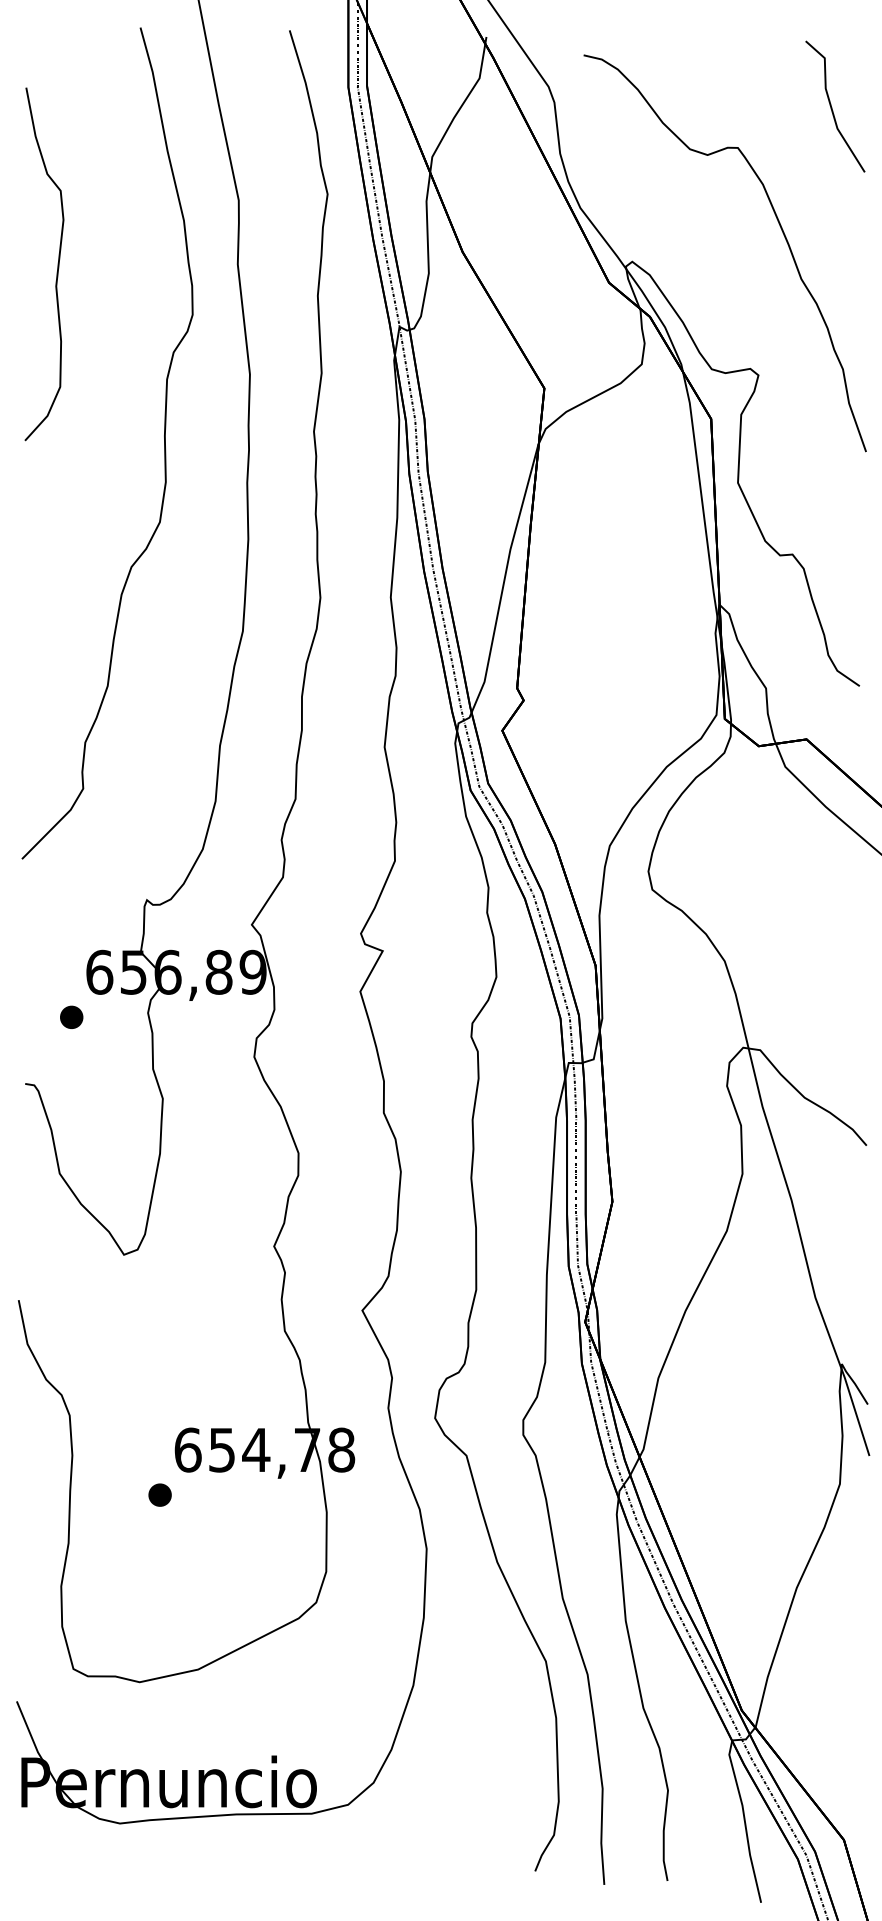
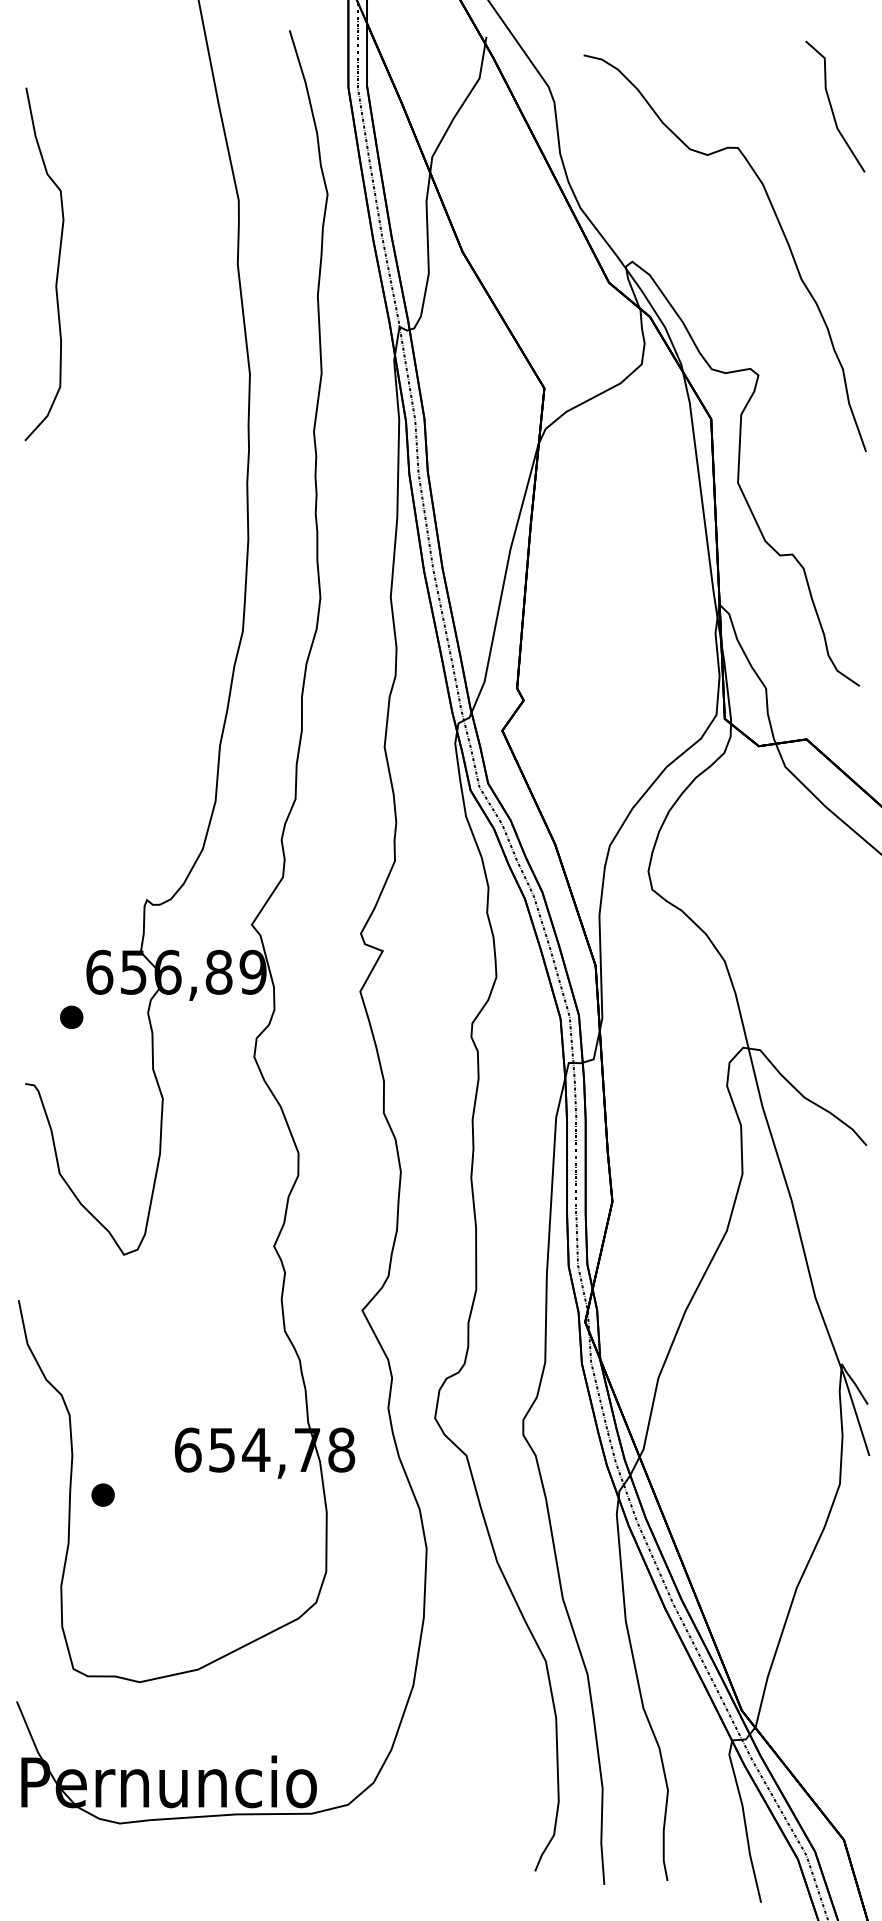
part at (164, 443): present -> none
part at (159, 1494) position: (159, 1494) -> (102, 1494)
